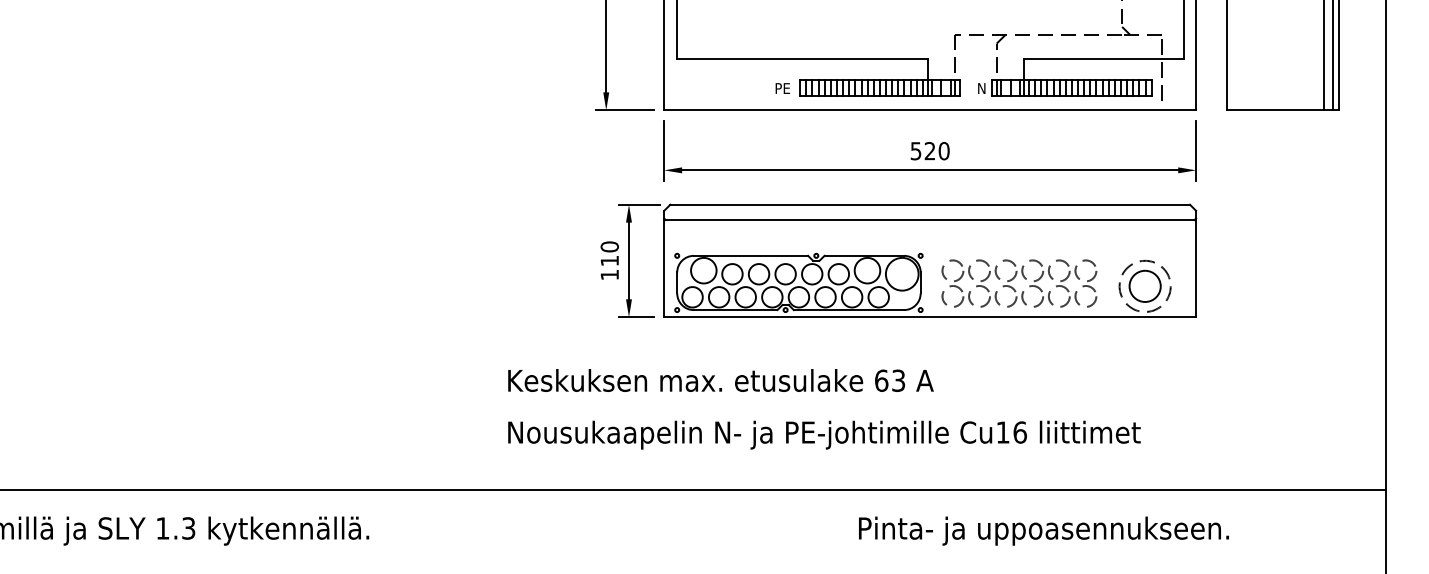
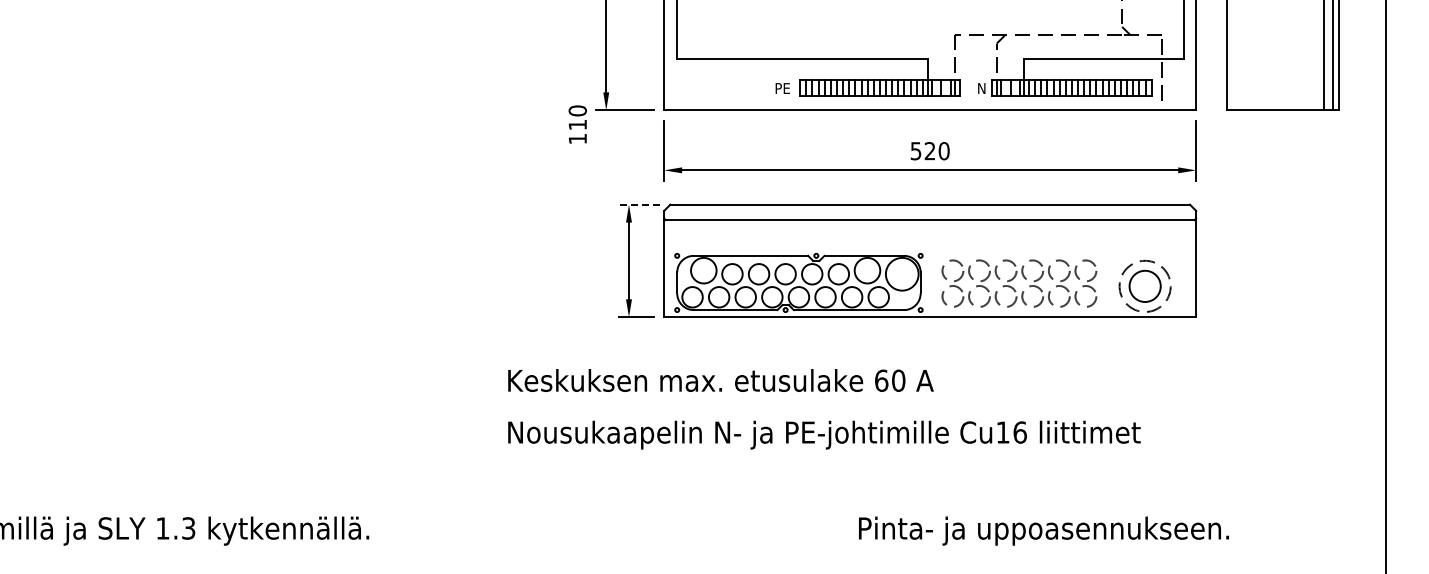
line at (639, 204): solid -> dashed
text at (609, 260) position: (609, 260) -> (577, 124)
text at (898, 380): 63 -> 60
line at (694, 489): present -> none
